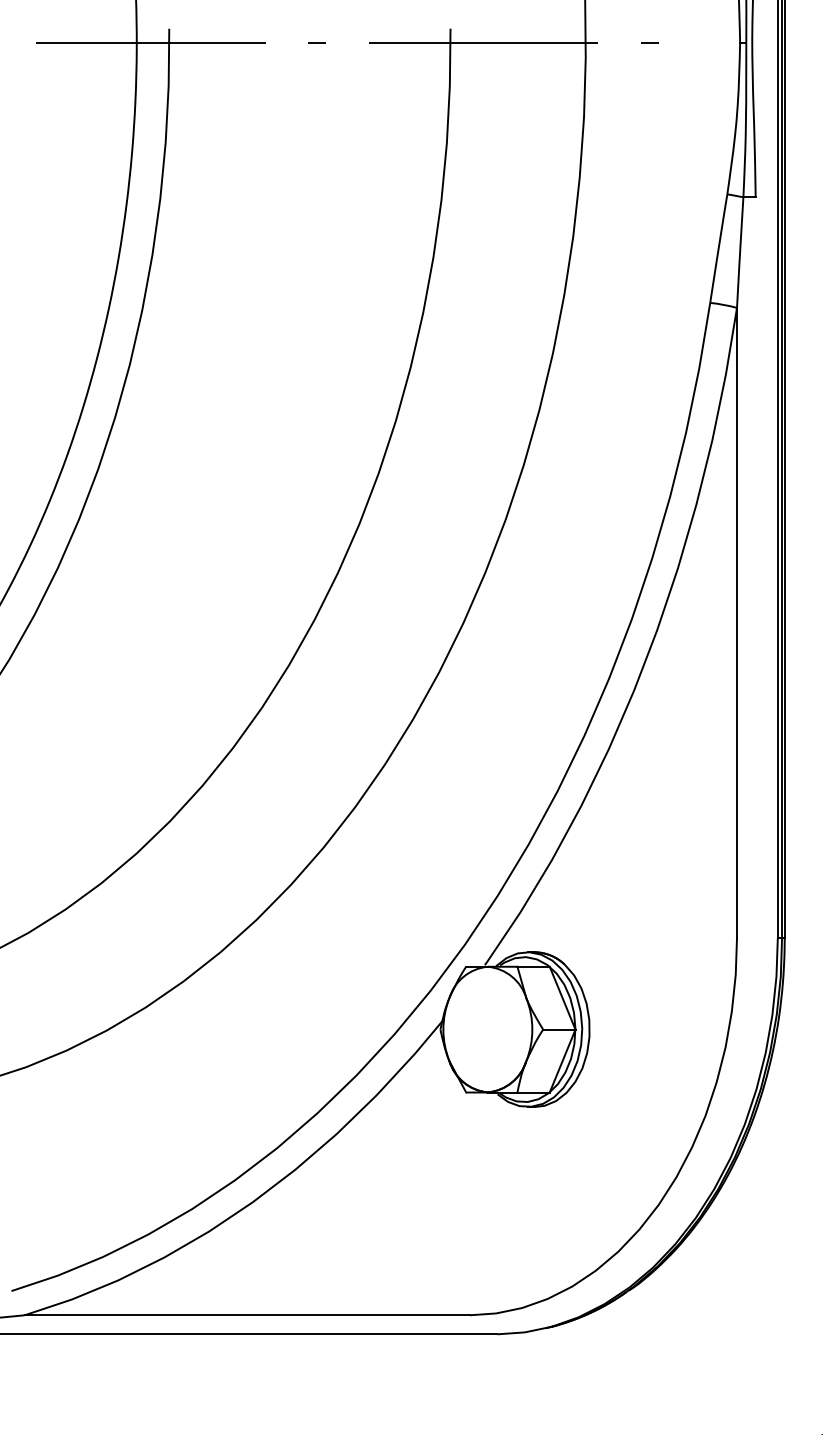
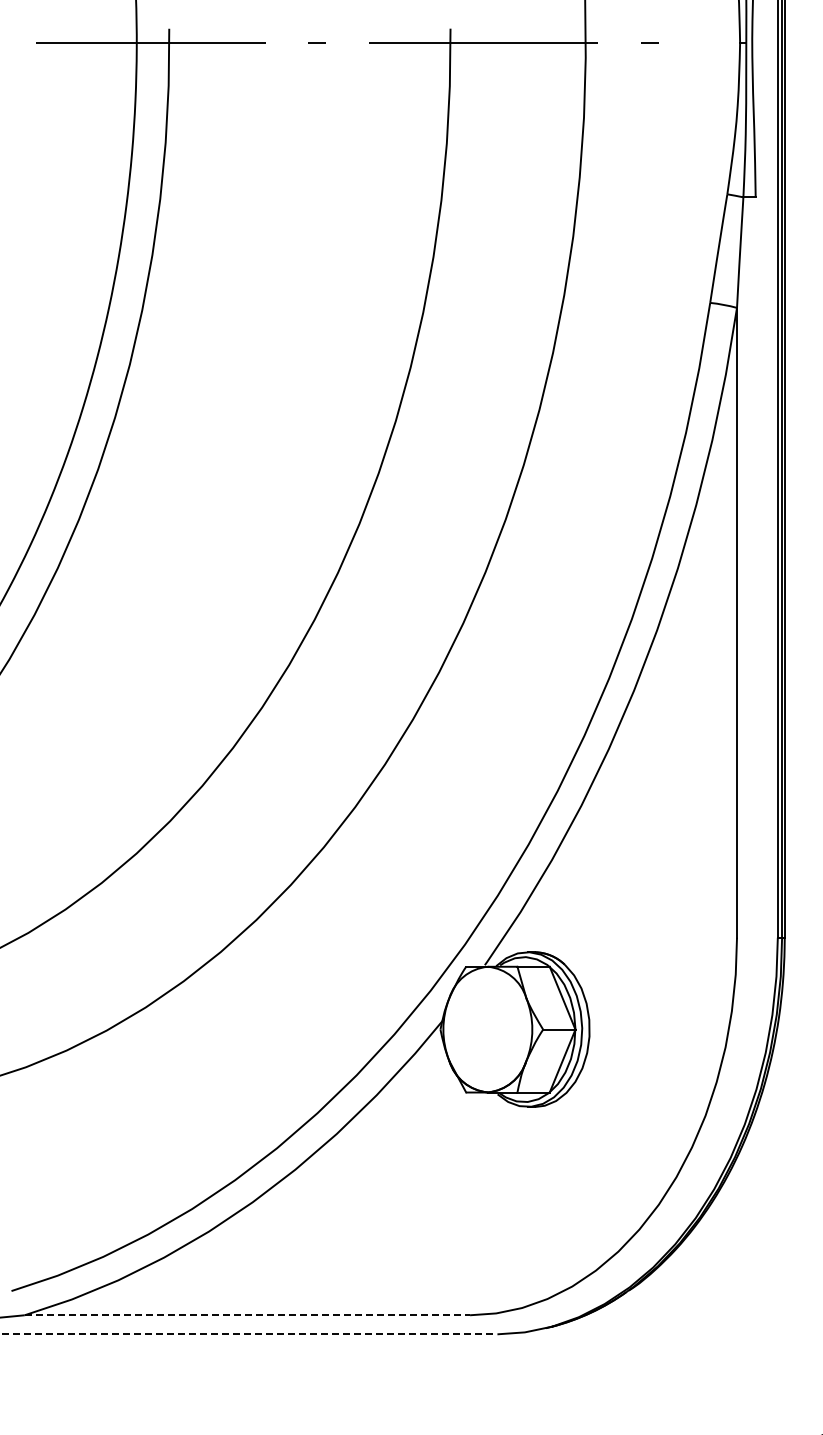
line at (247, 1315): solid -> dashed
line at (249, 1334): solid -> dashed
